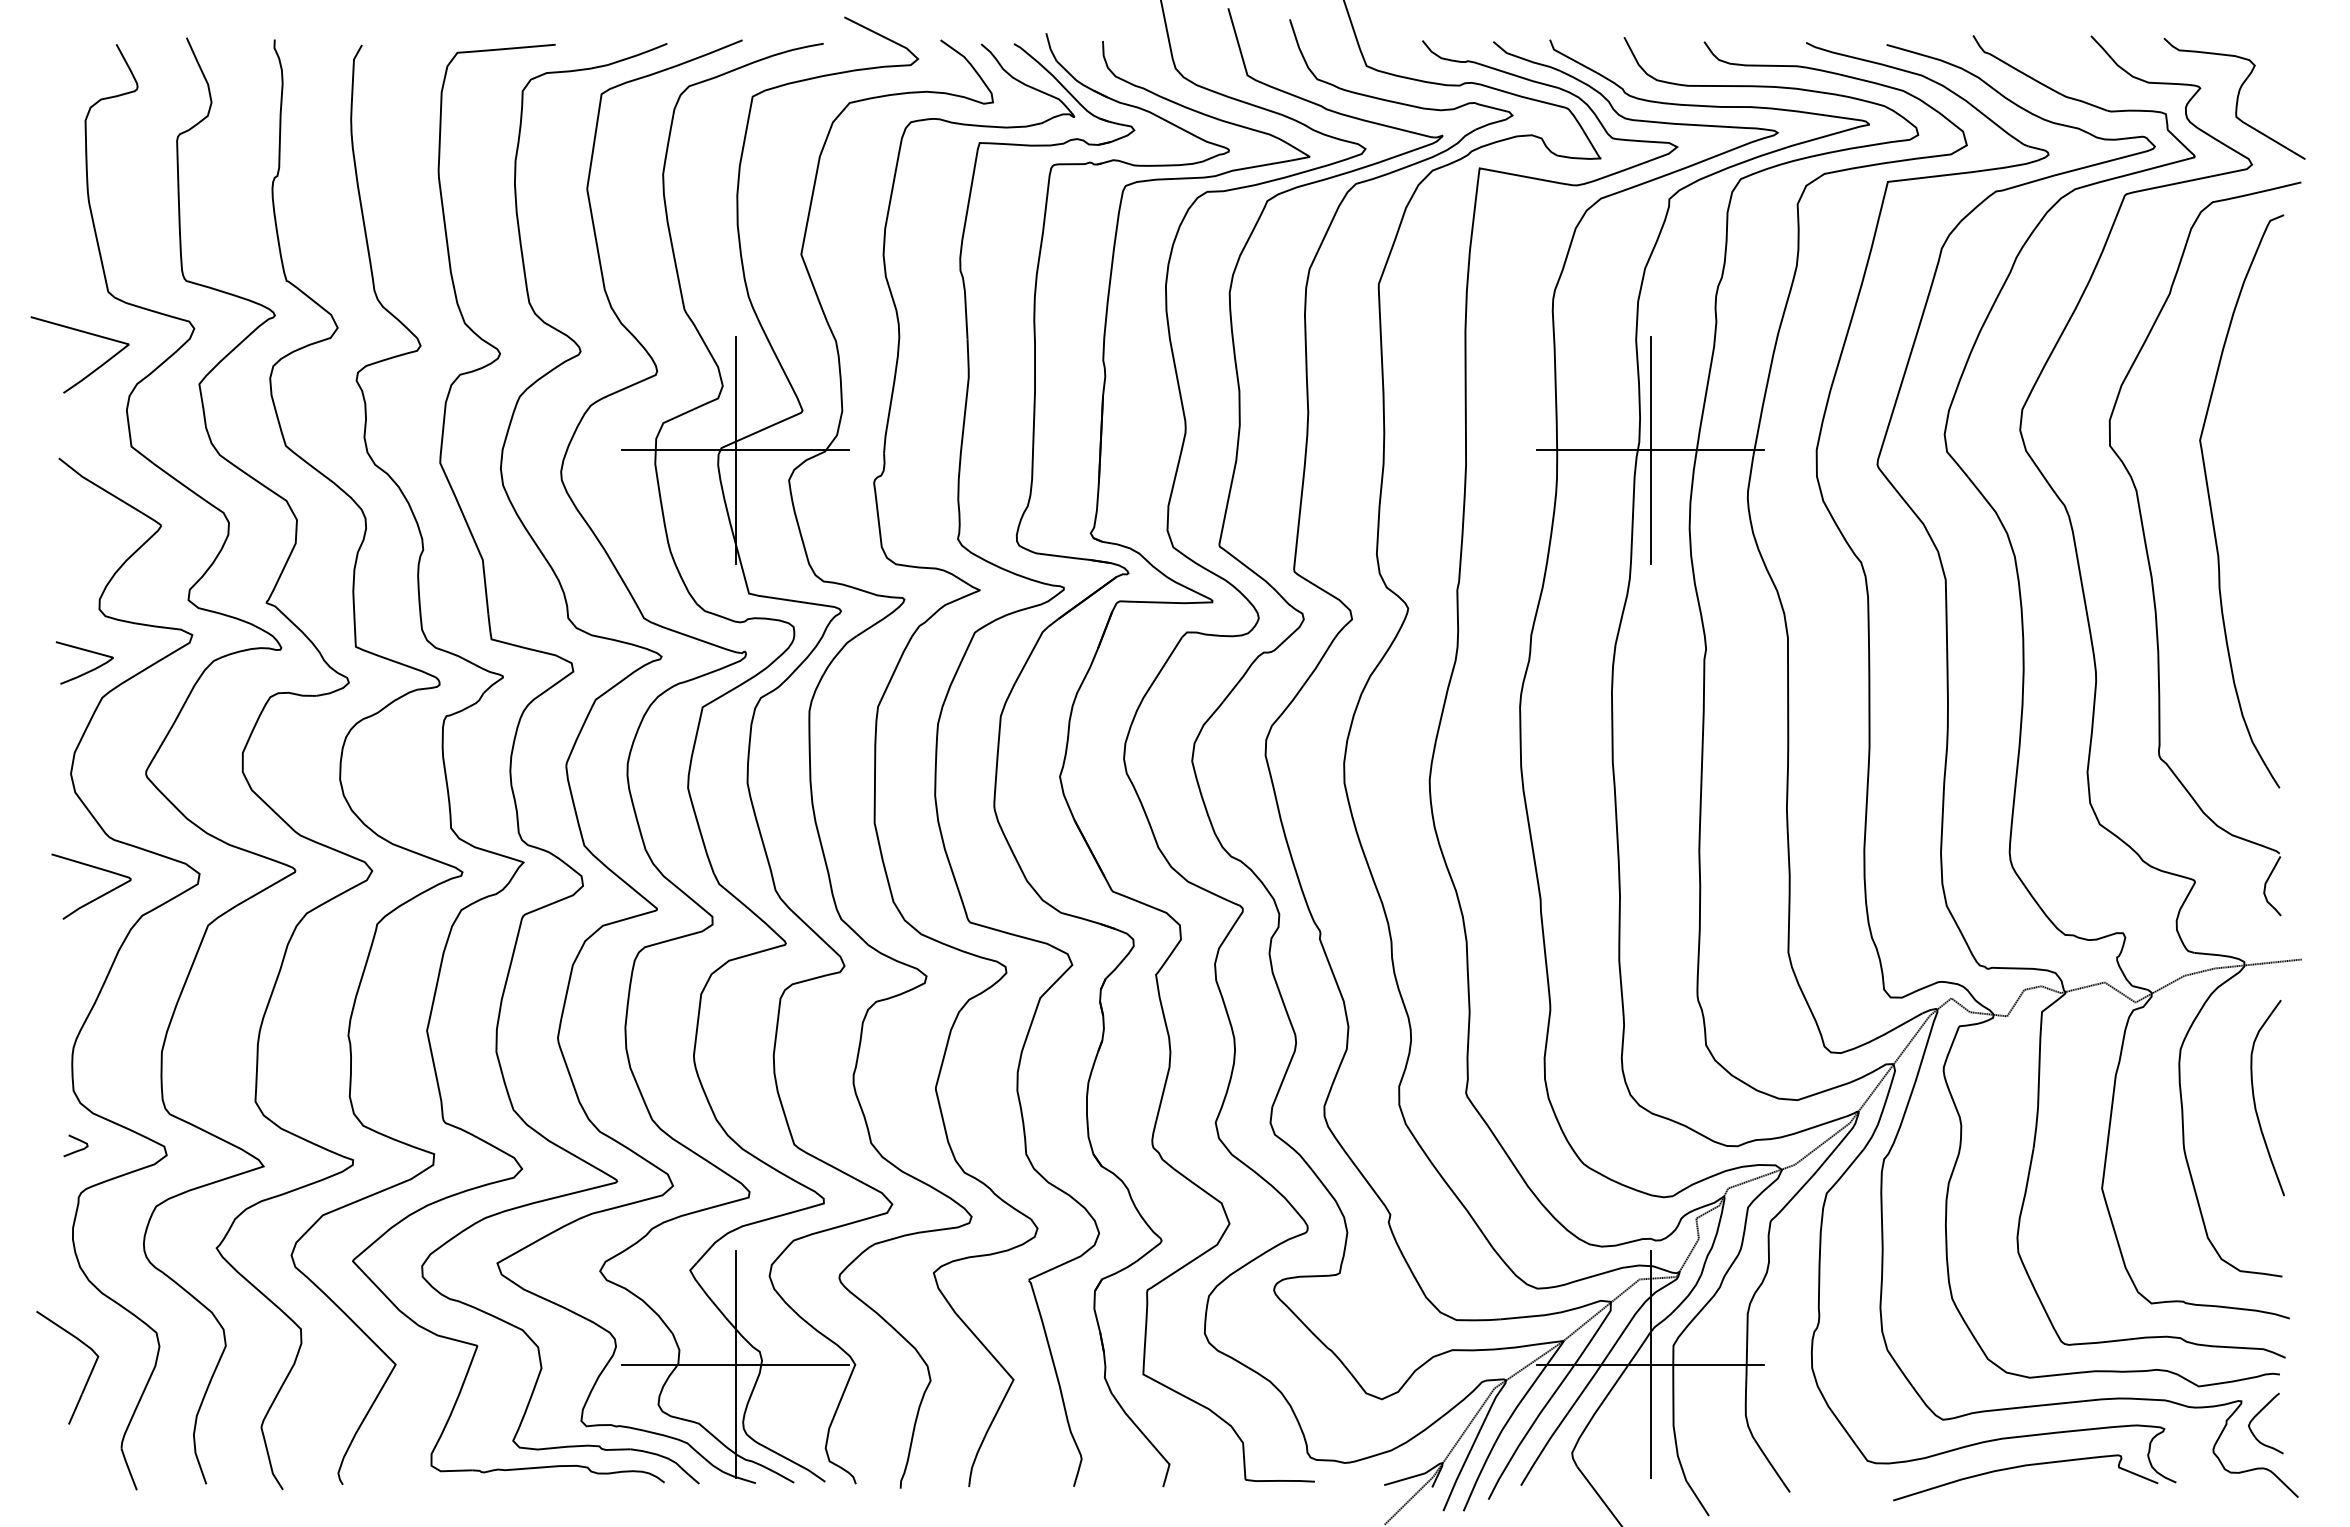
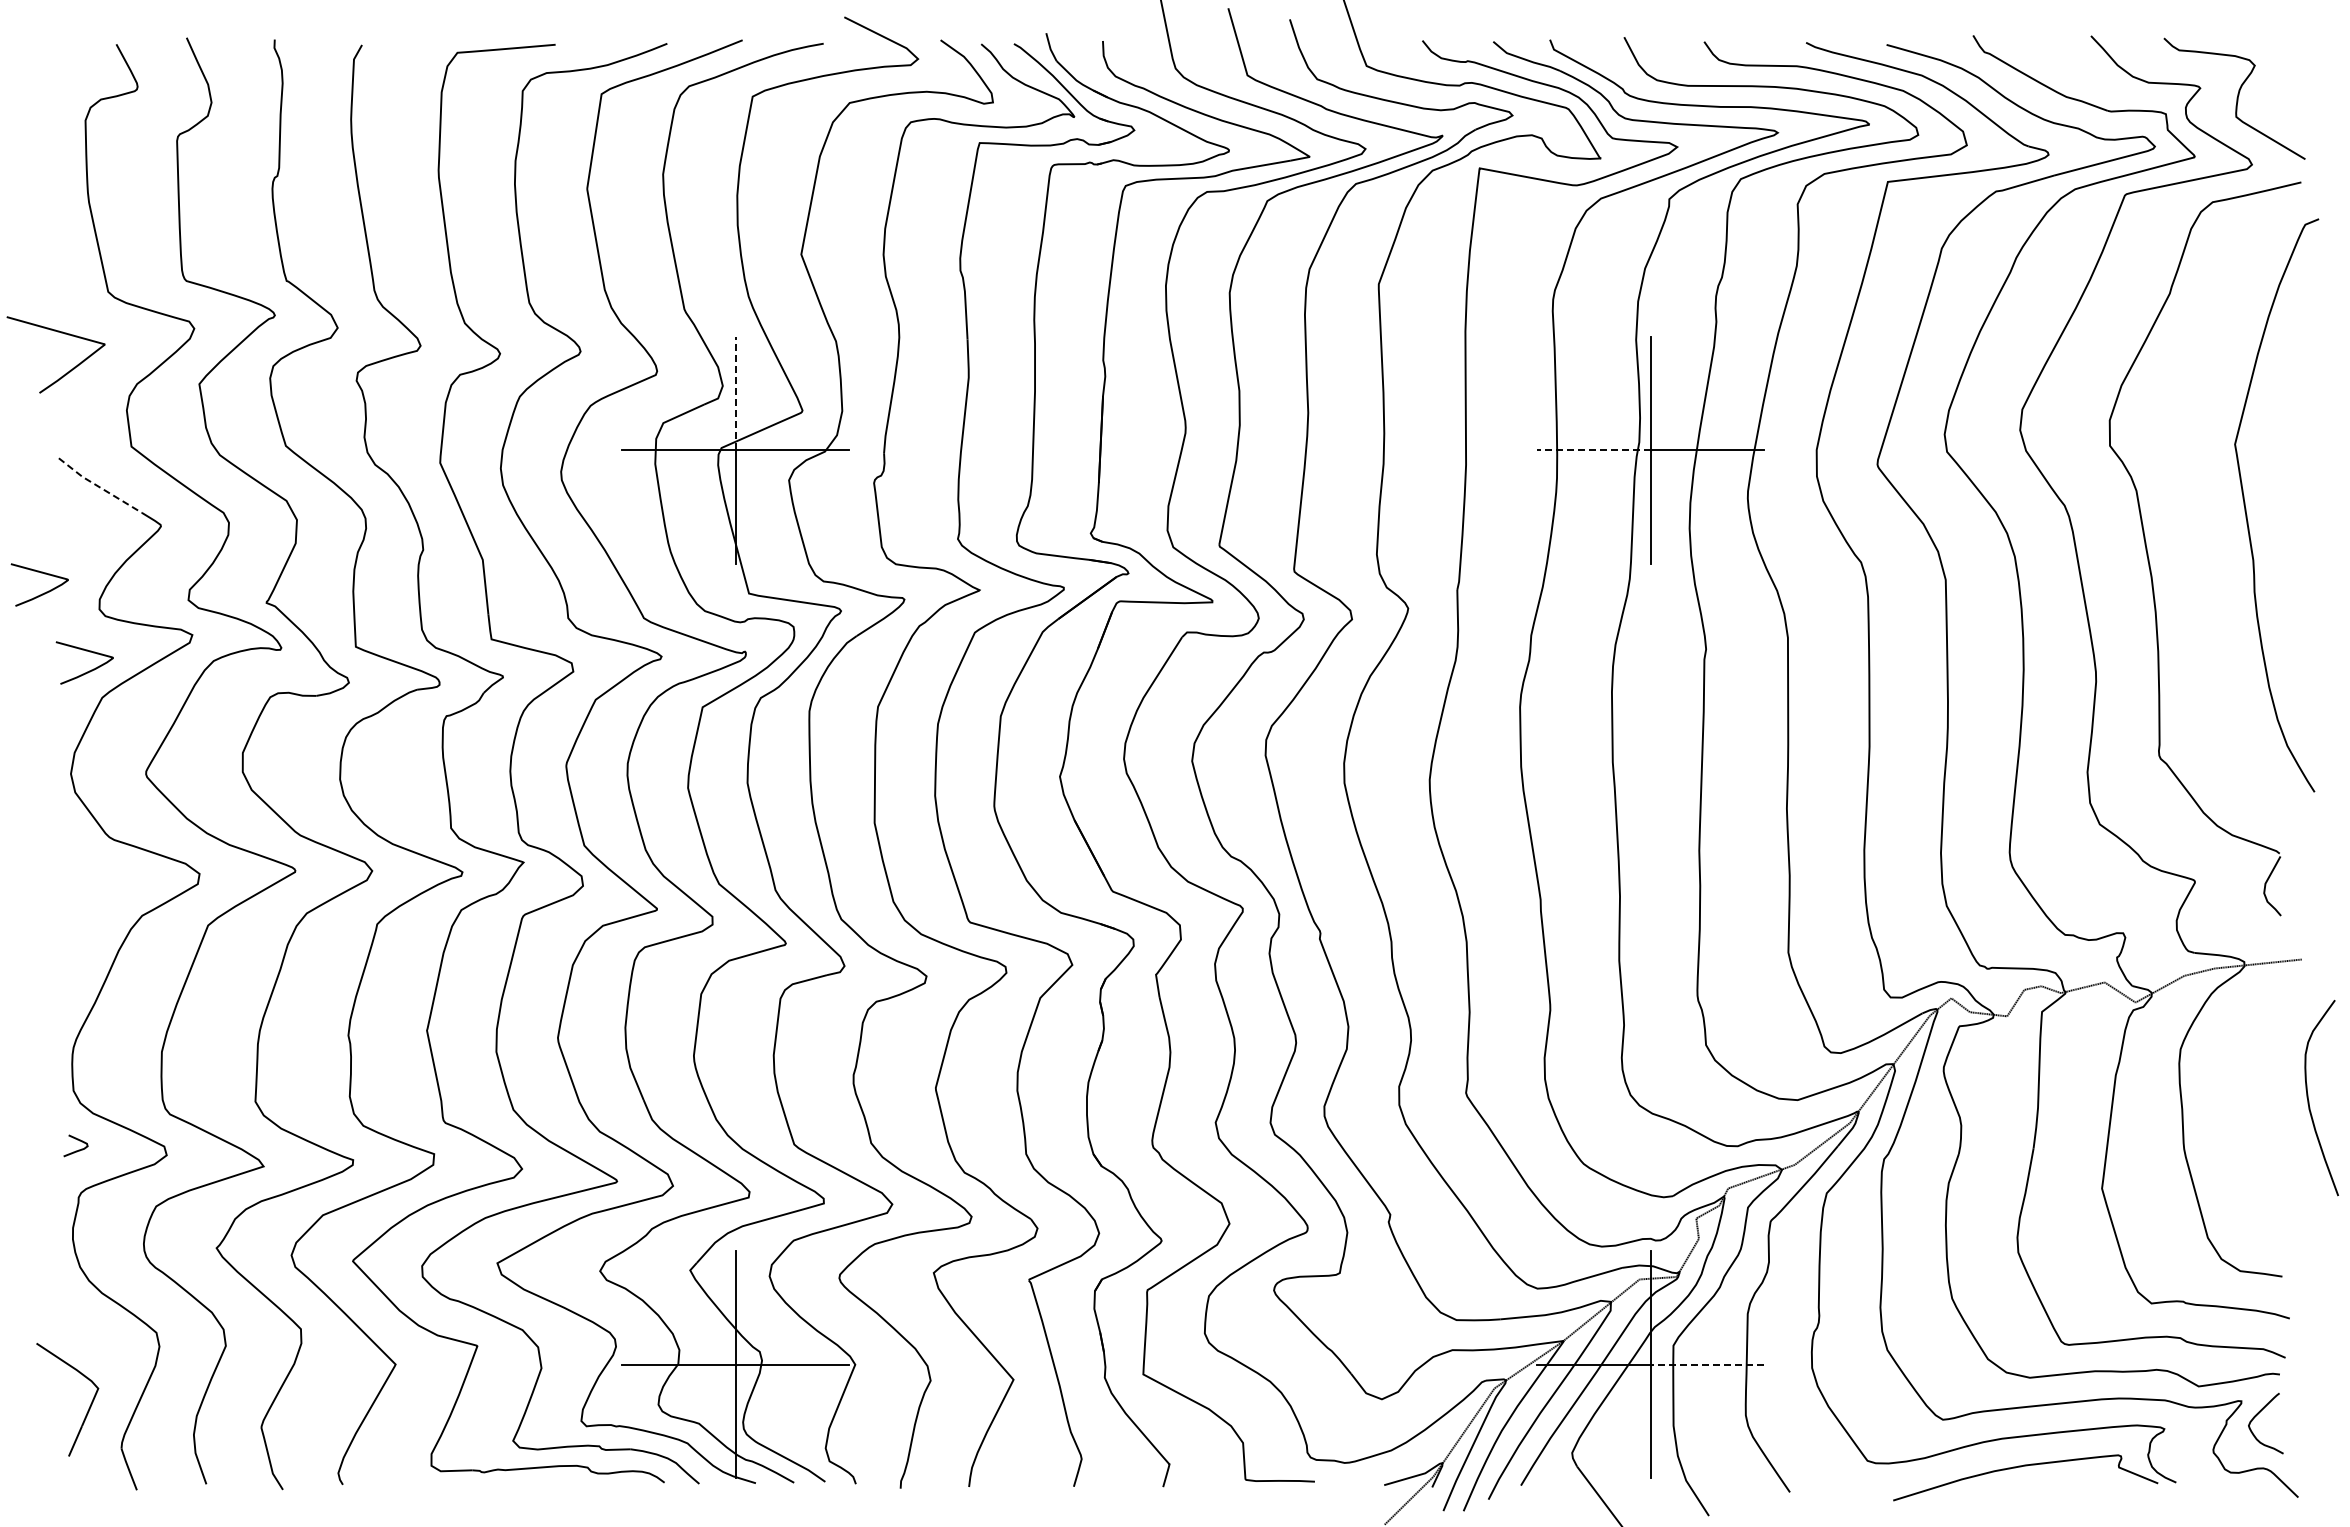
curve at (90, 372) position: (90, 372) -> (66, 372)
line at (735, 393): solid -> dashed
line at (1593, 450): solid -> dashed
line at (99, 487): solid -> dashed
curve at (2211, 504) position: (2211, 504) -> (2246, 508)
curve at (44, 592): none -> present
curve at (96, 897): present -> none
curve at (2255, 1100) position: (2255, 1100) -> (2309, 1100)
line at (1707, 1365): solid -> dashed
part at (87, 1378) position: (87, 1378) -> (87, 1410)
